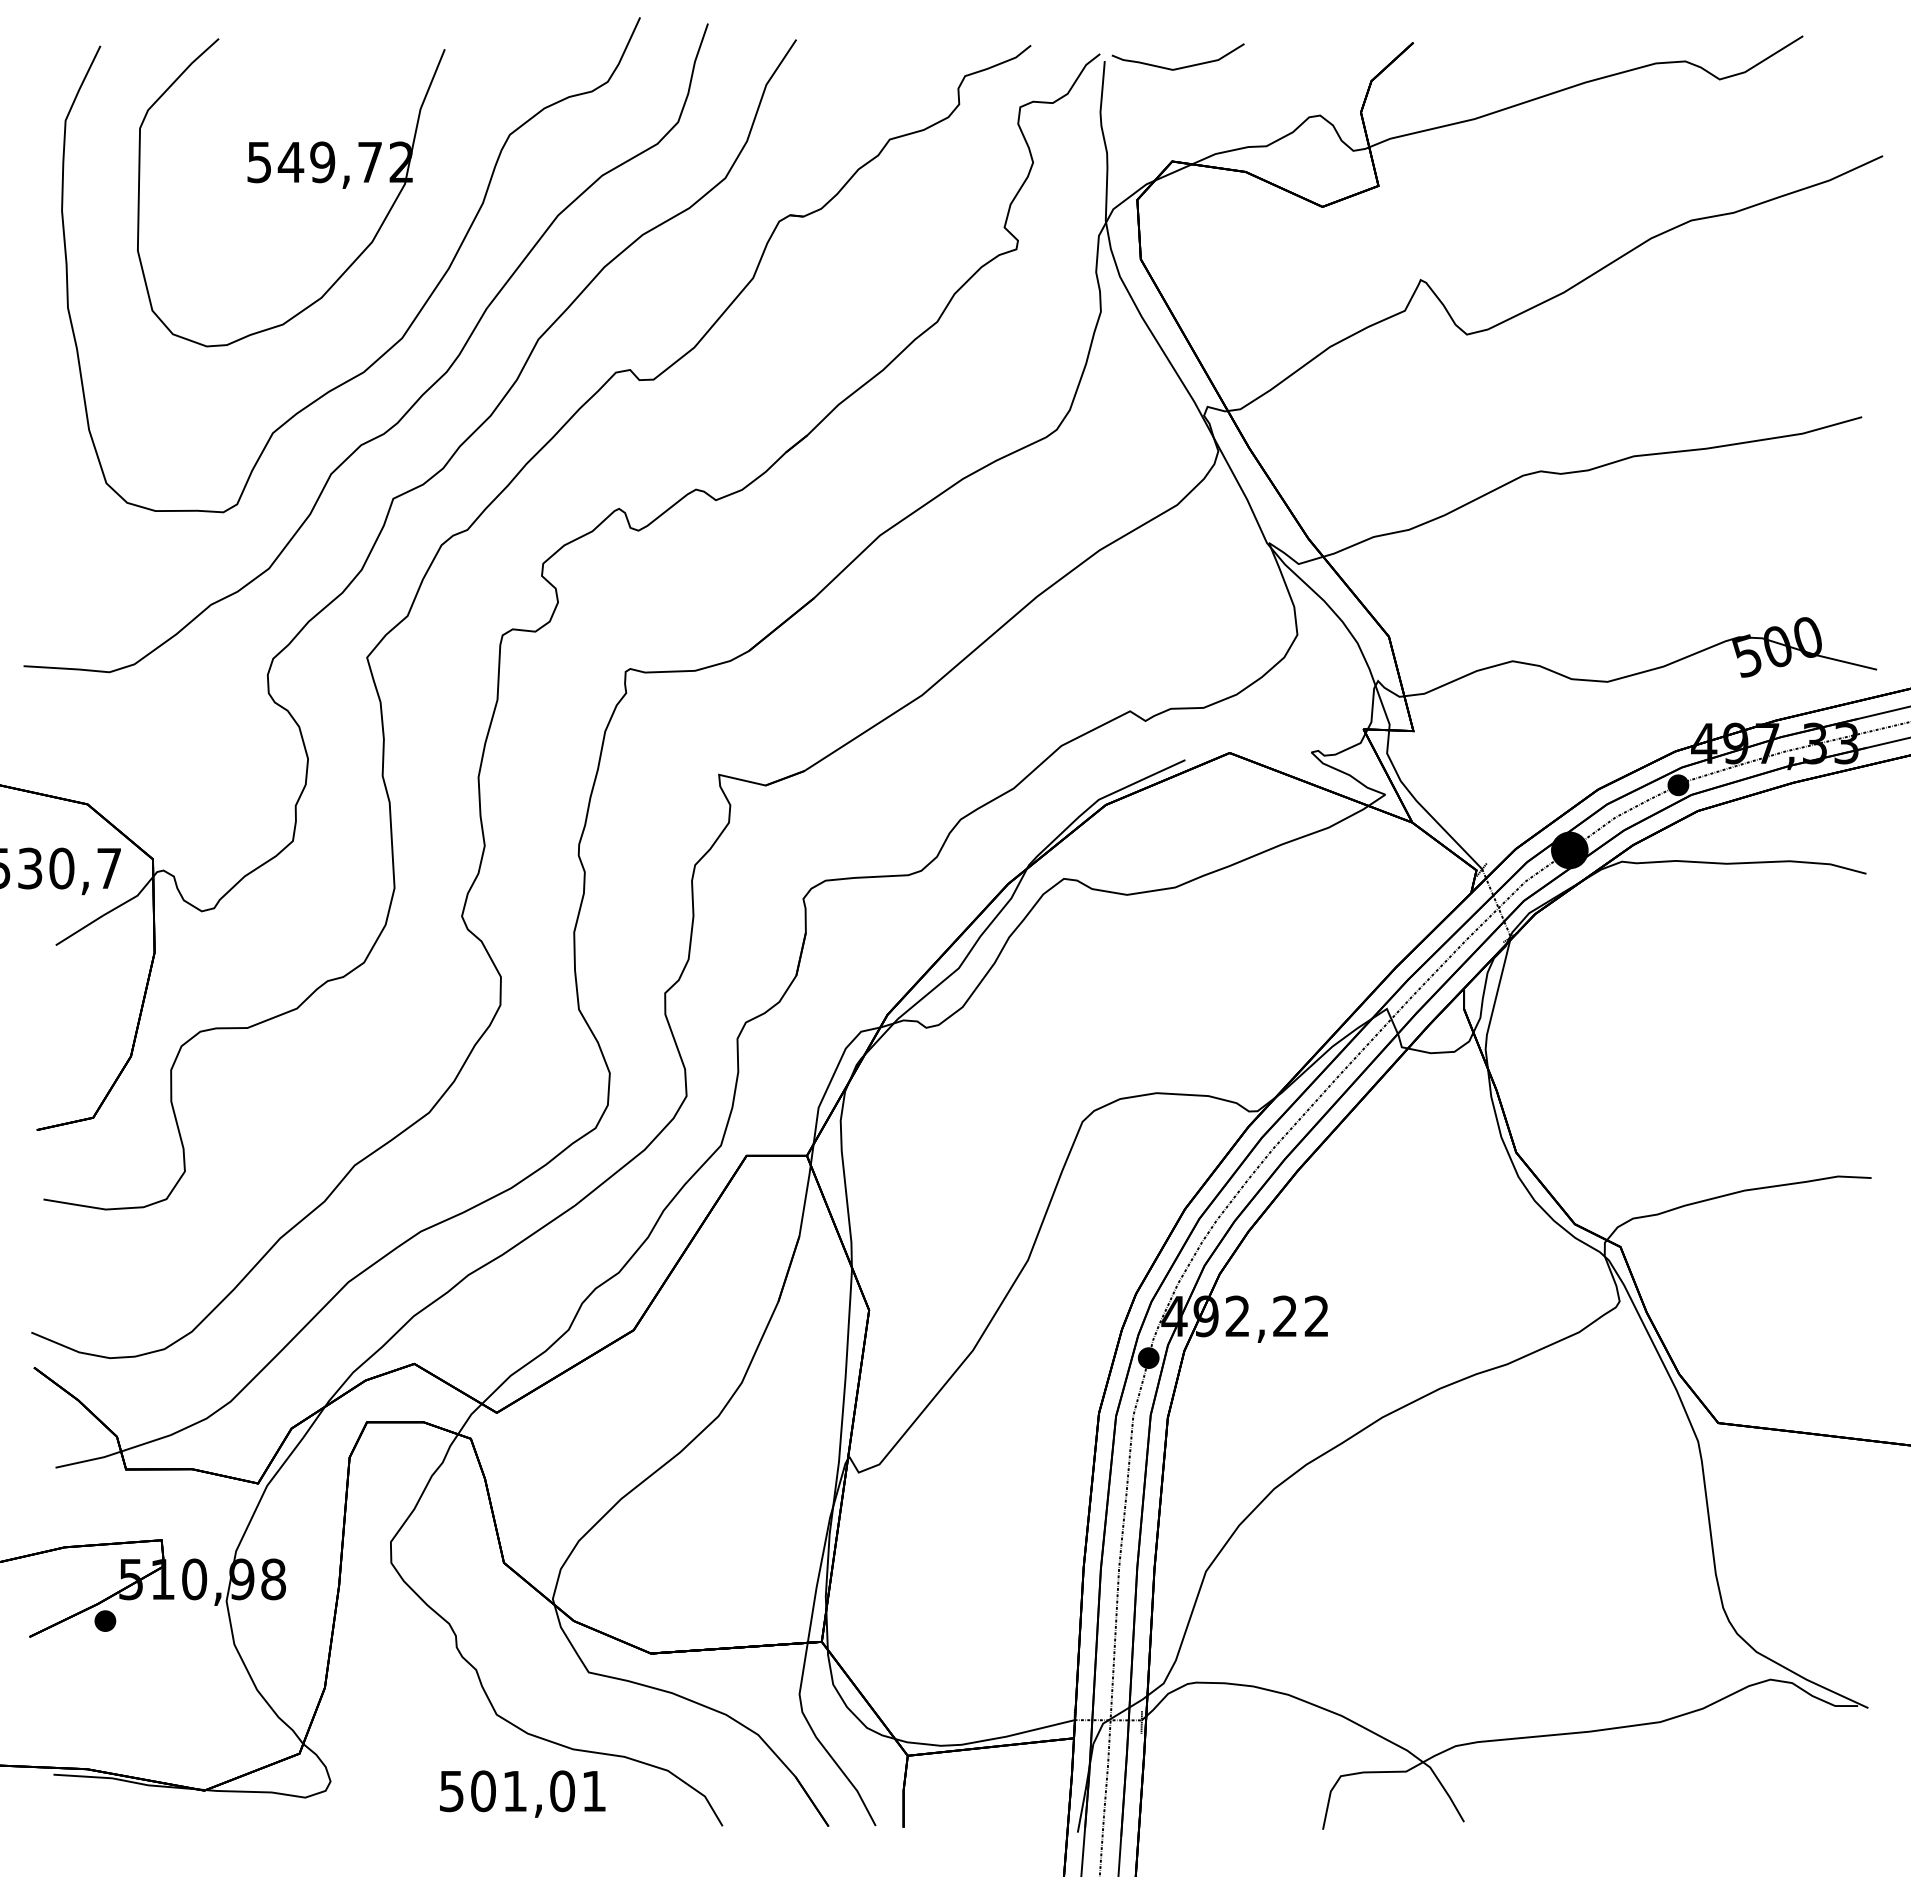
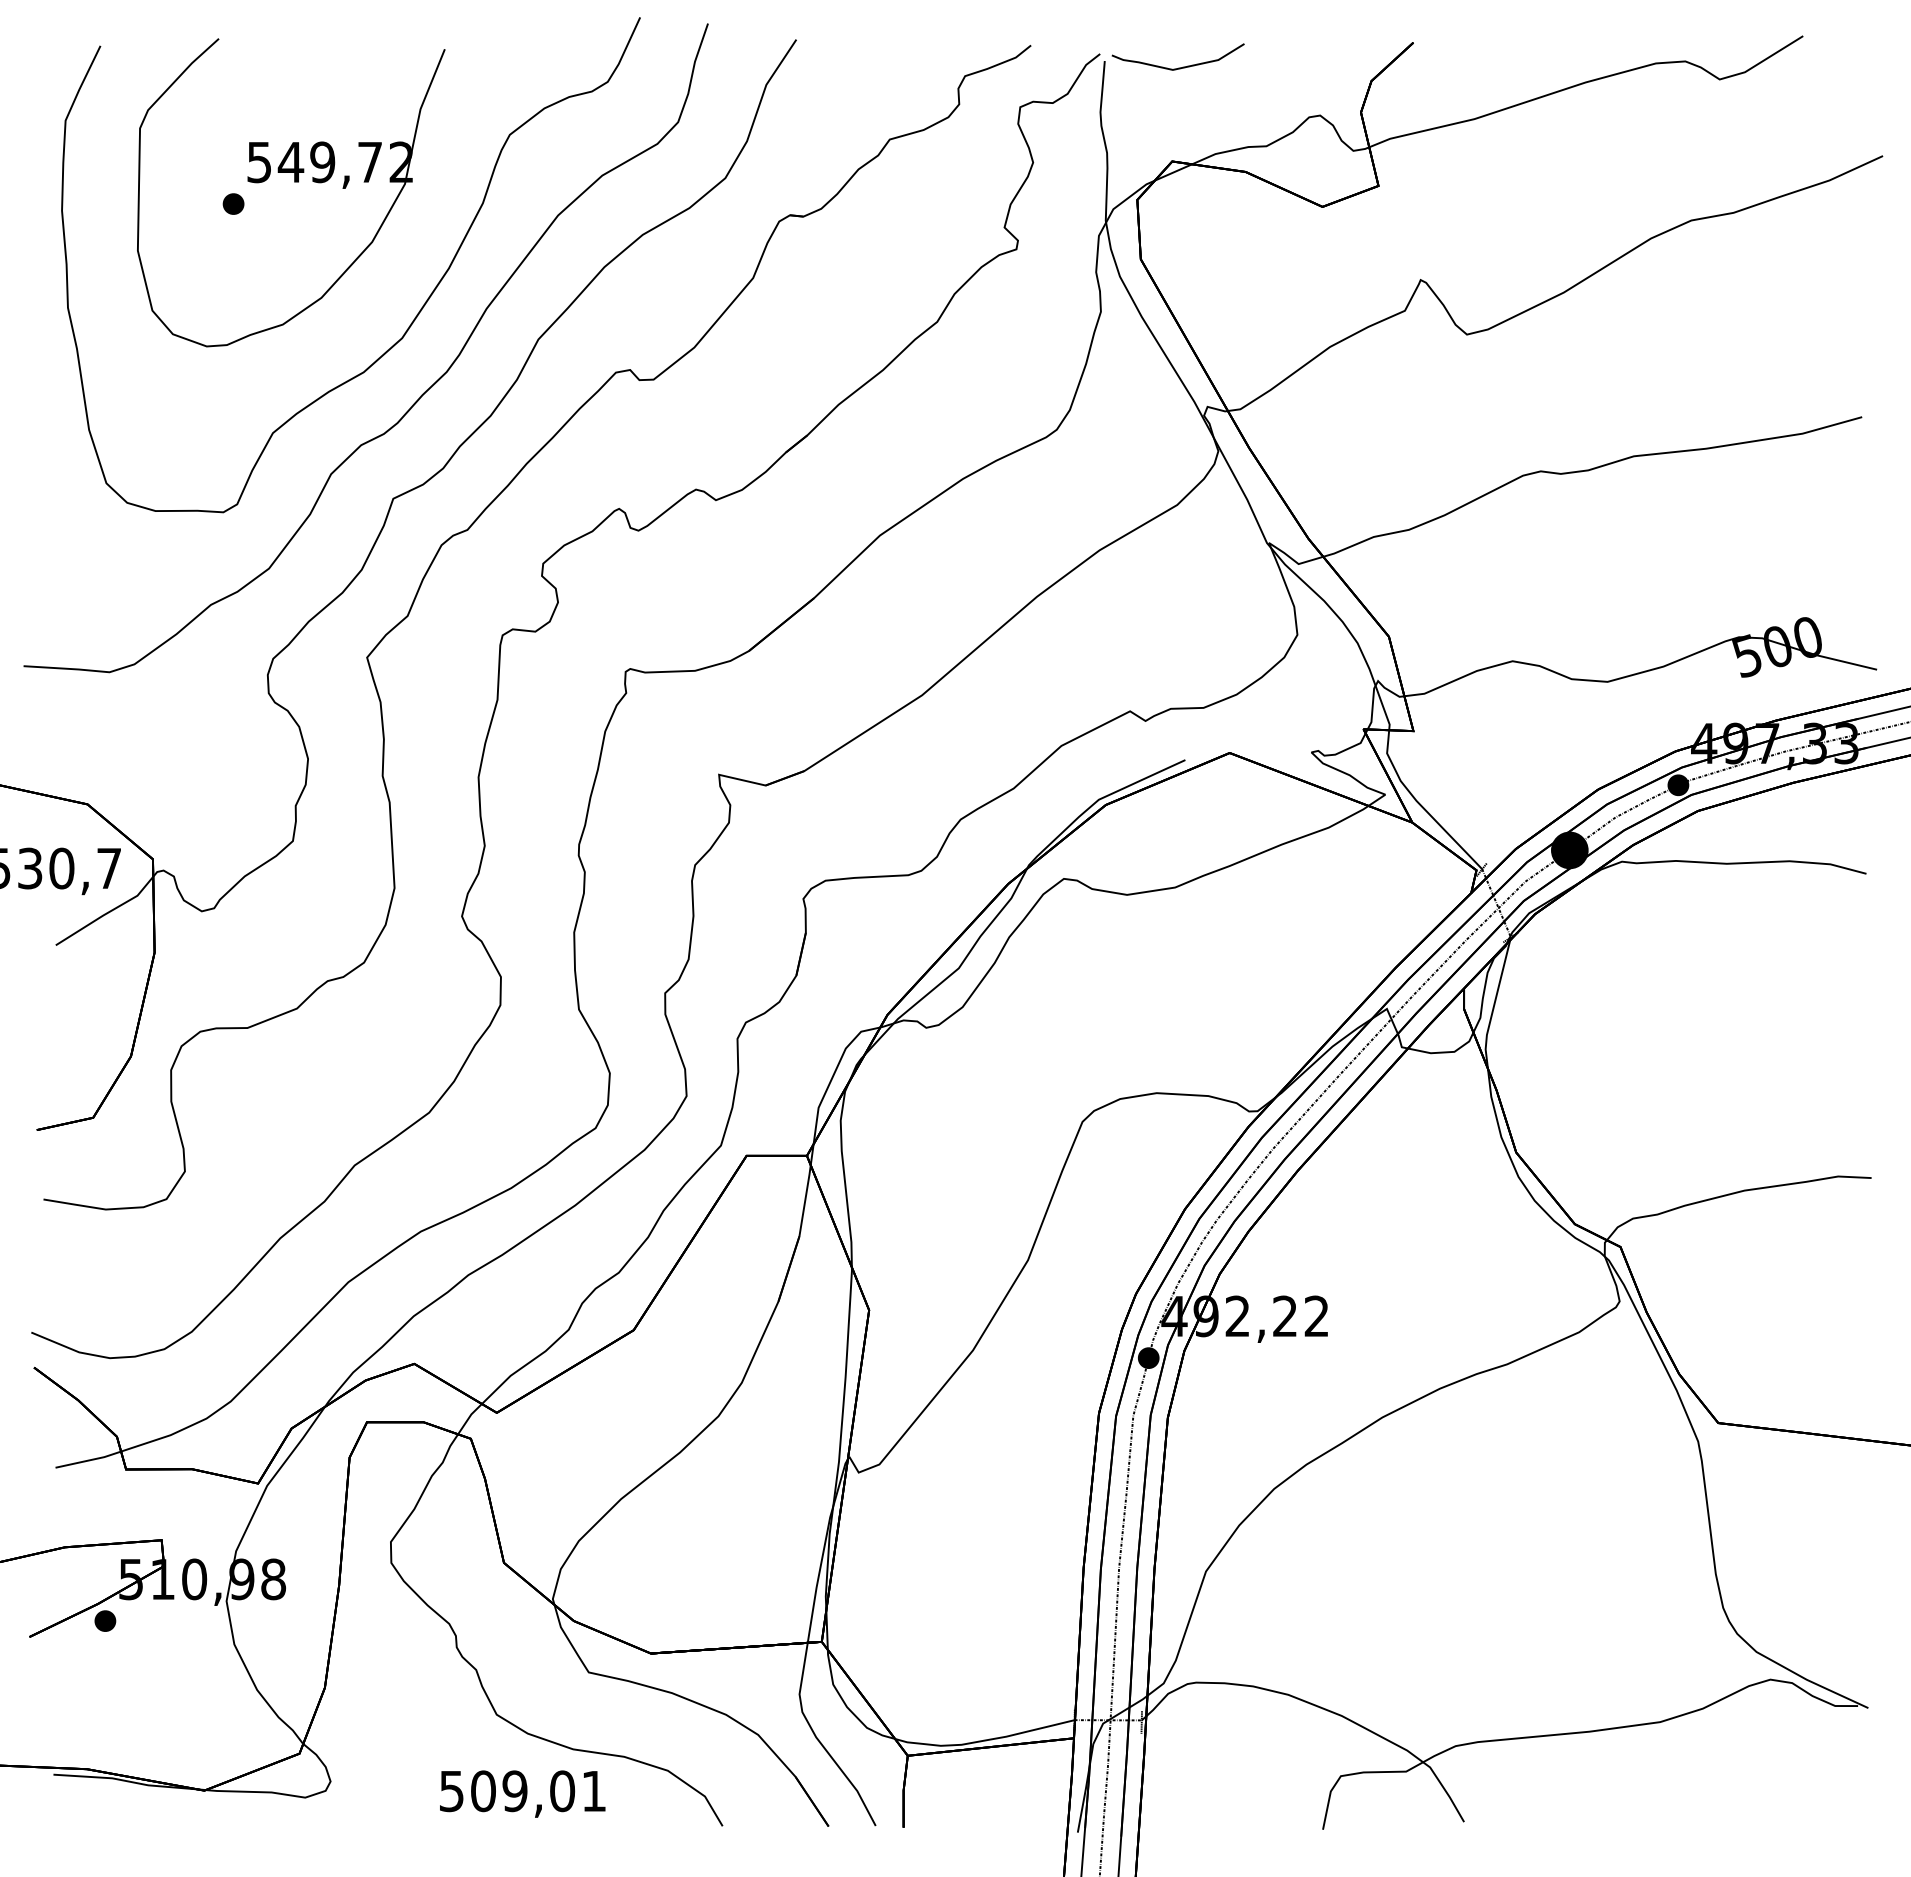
part at (233, 203): none -> present
text at (514, 1791): 501,01 -> 509,01
